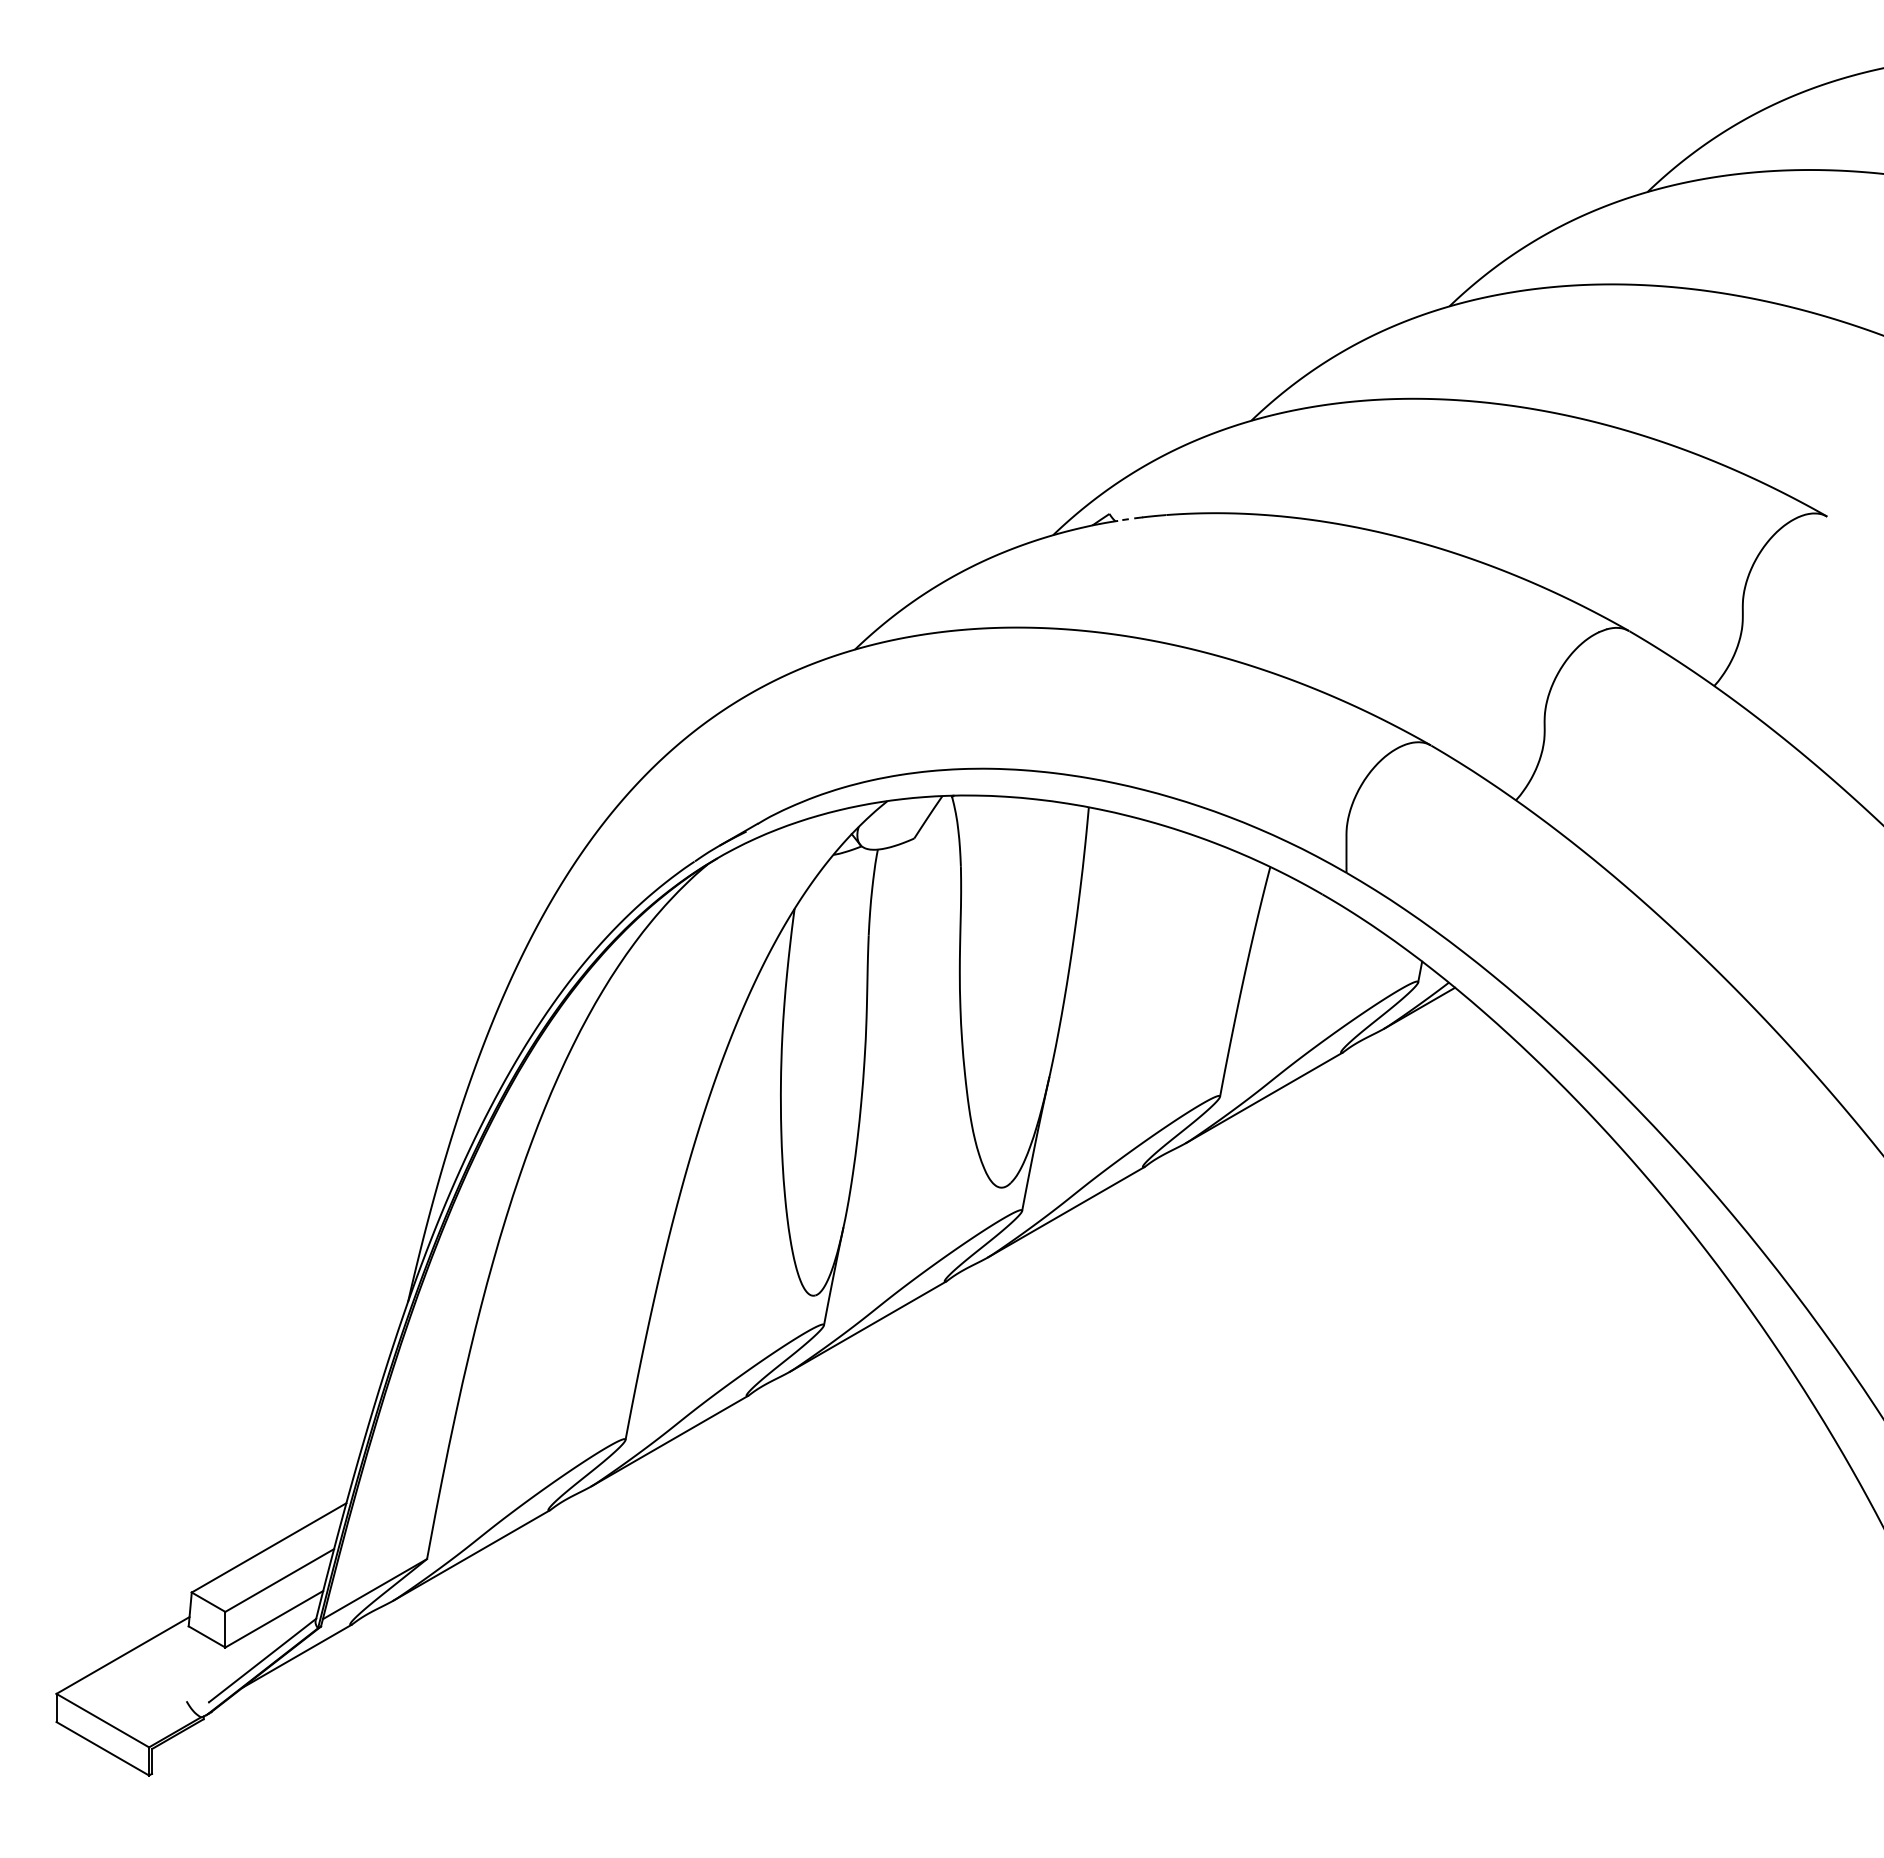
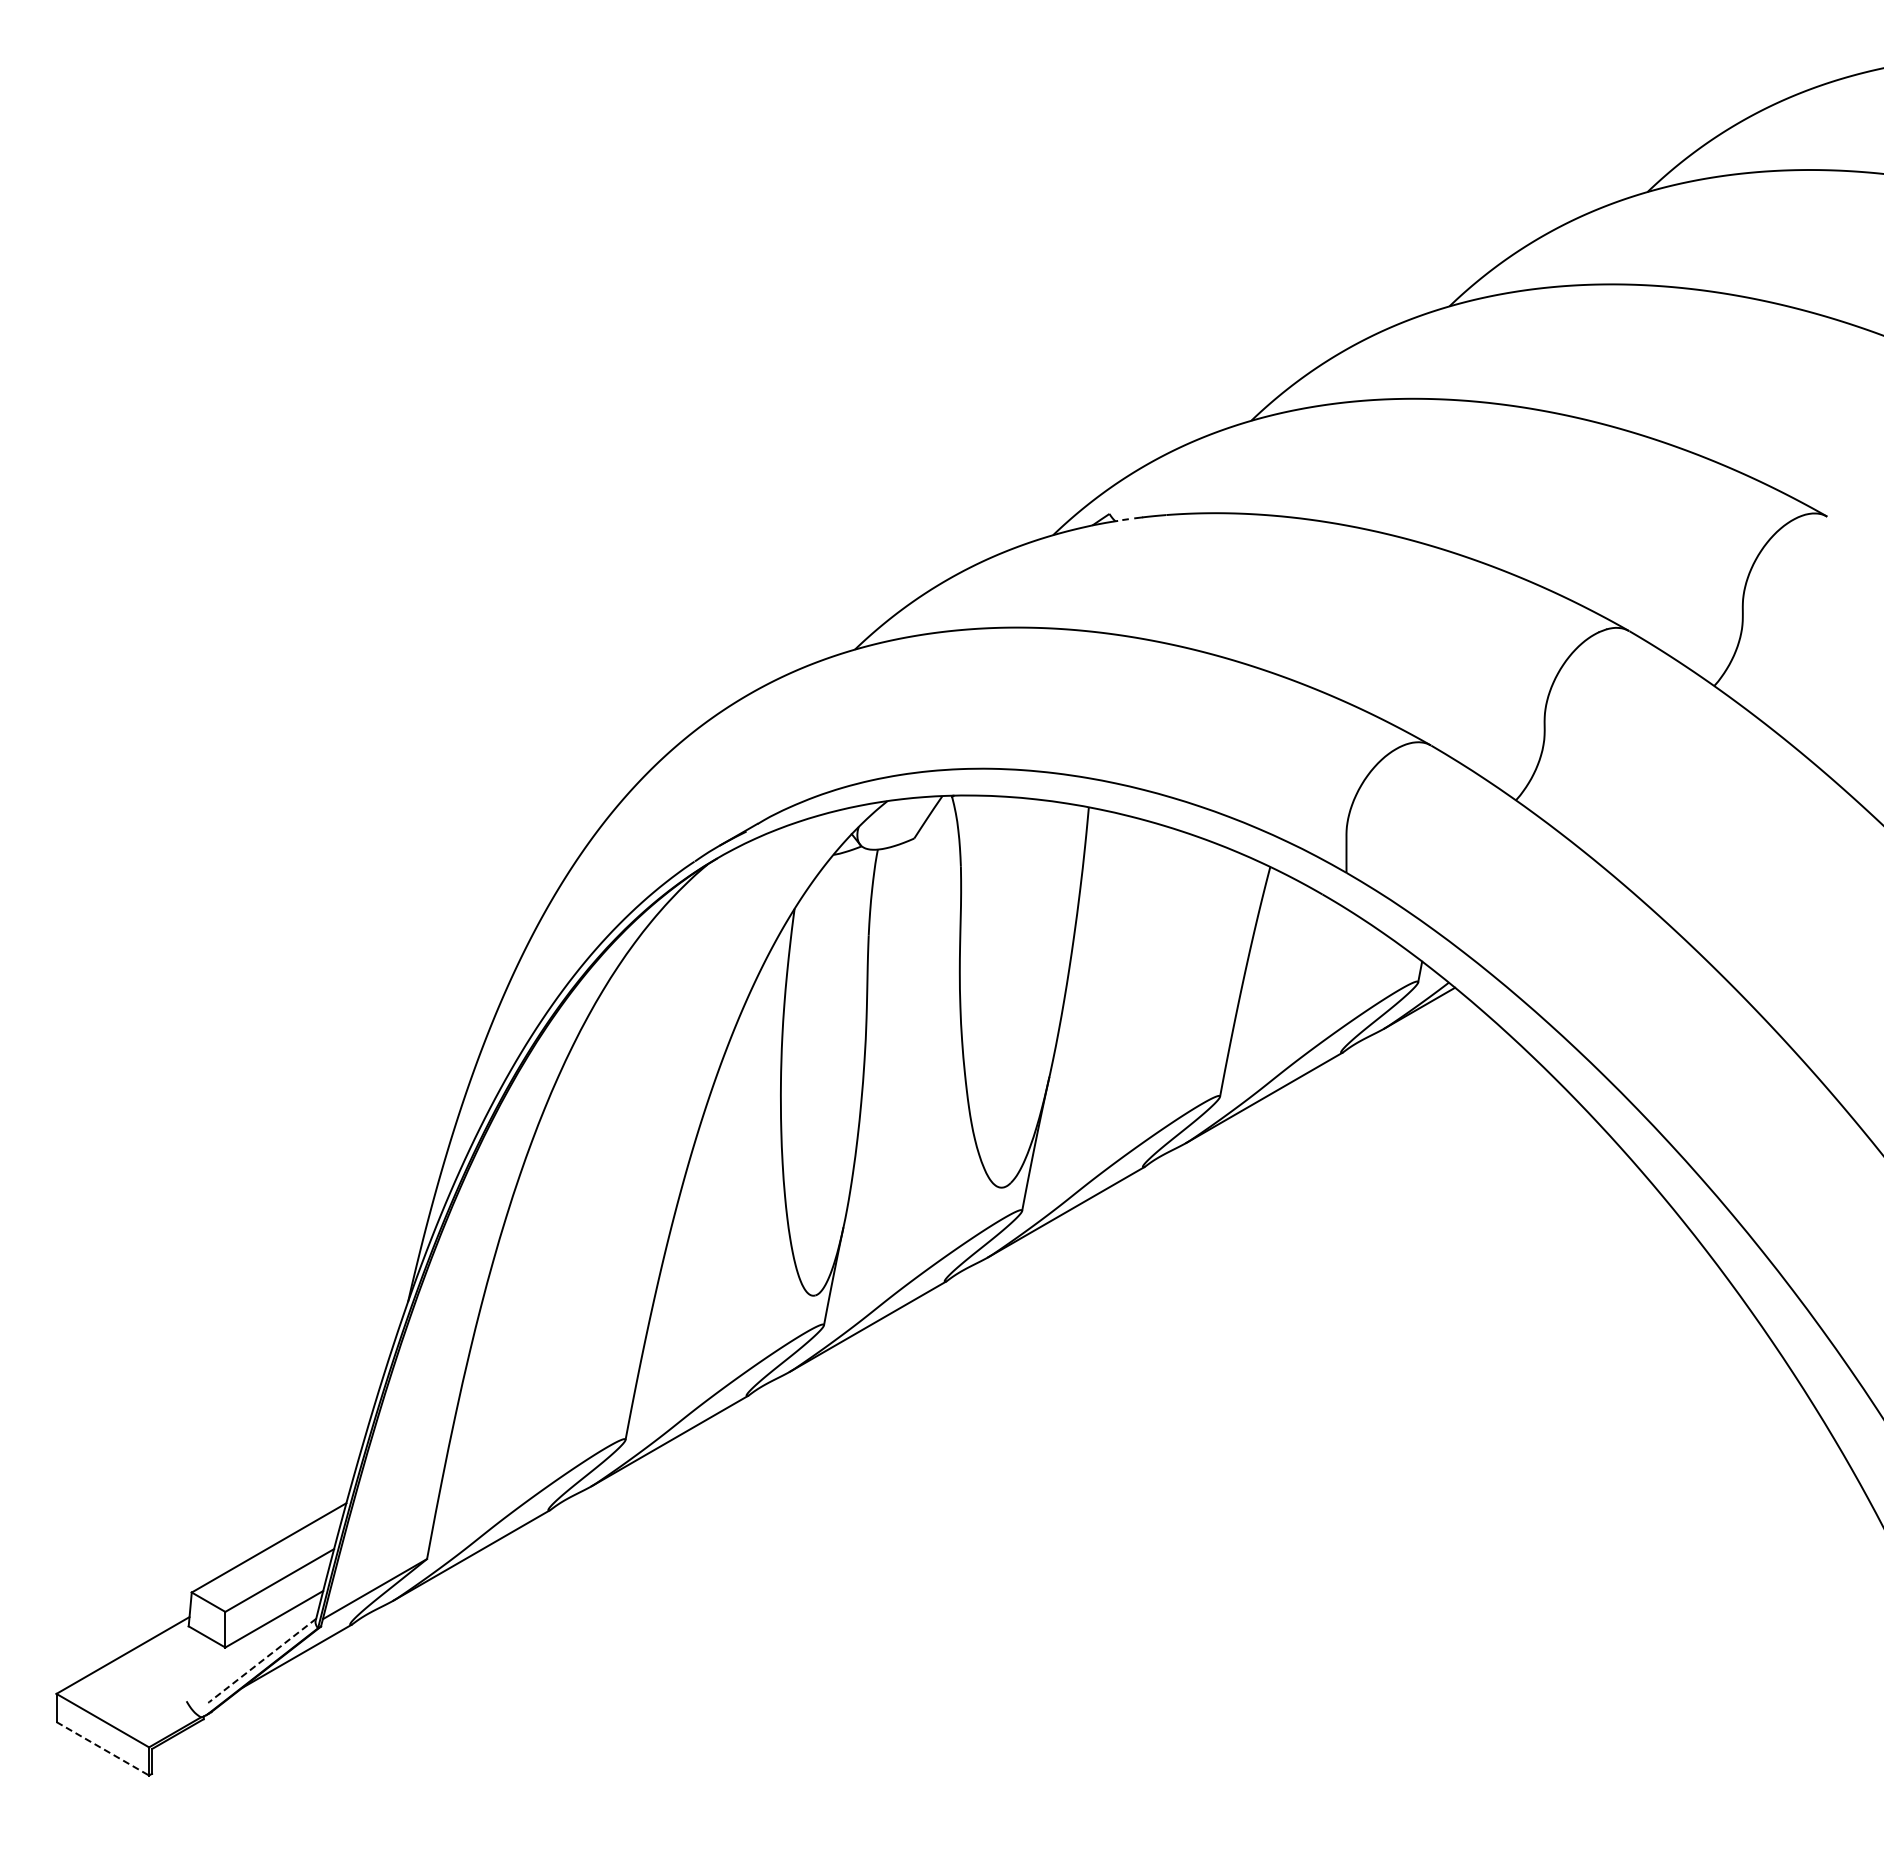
line at (262, 1660): solid -> dashed
line at (103, 1749): solid -> dashed
